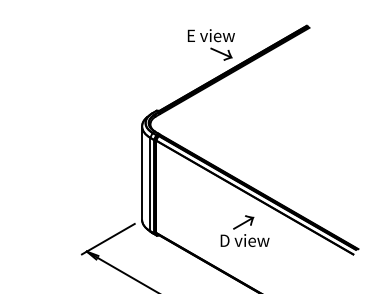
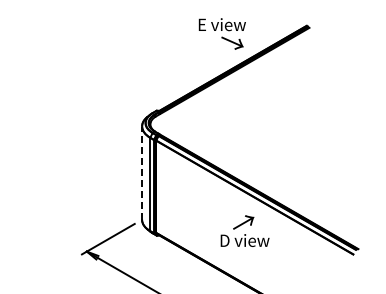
text at (210, 44) position: (210, 44) -> (221, 33)
line at (142, 173): solid -> dashed
